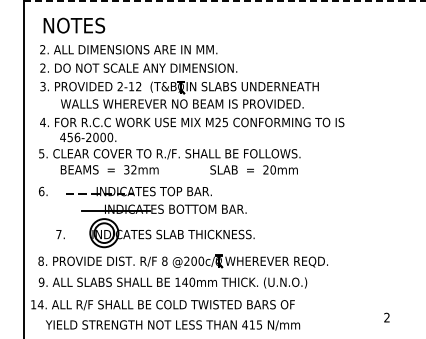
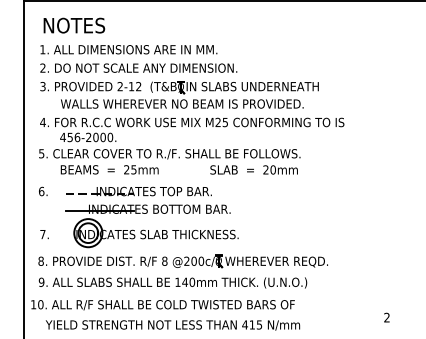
line at (224, 0): dashed -> solid
text at (42, 49): 2. -> 1.
text at (130, 169): 32mm -> 25mm
part at (155, 226) position: (155, 226) -> (139, 226)
text at (40, 304): 14. -> 10.
